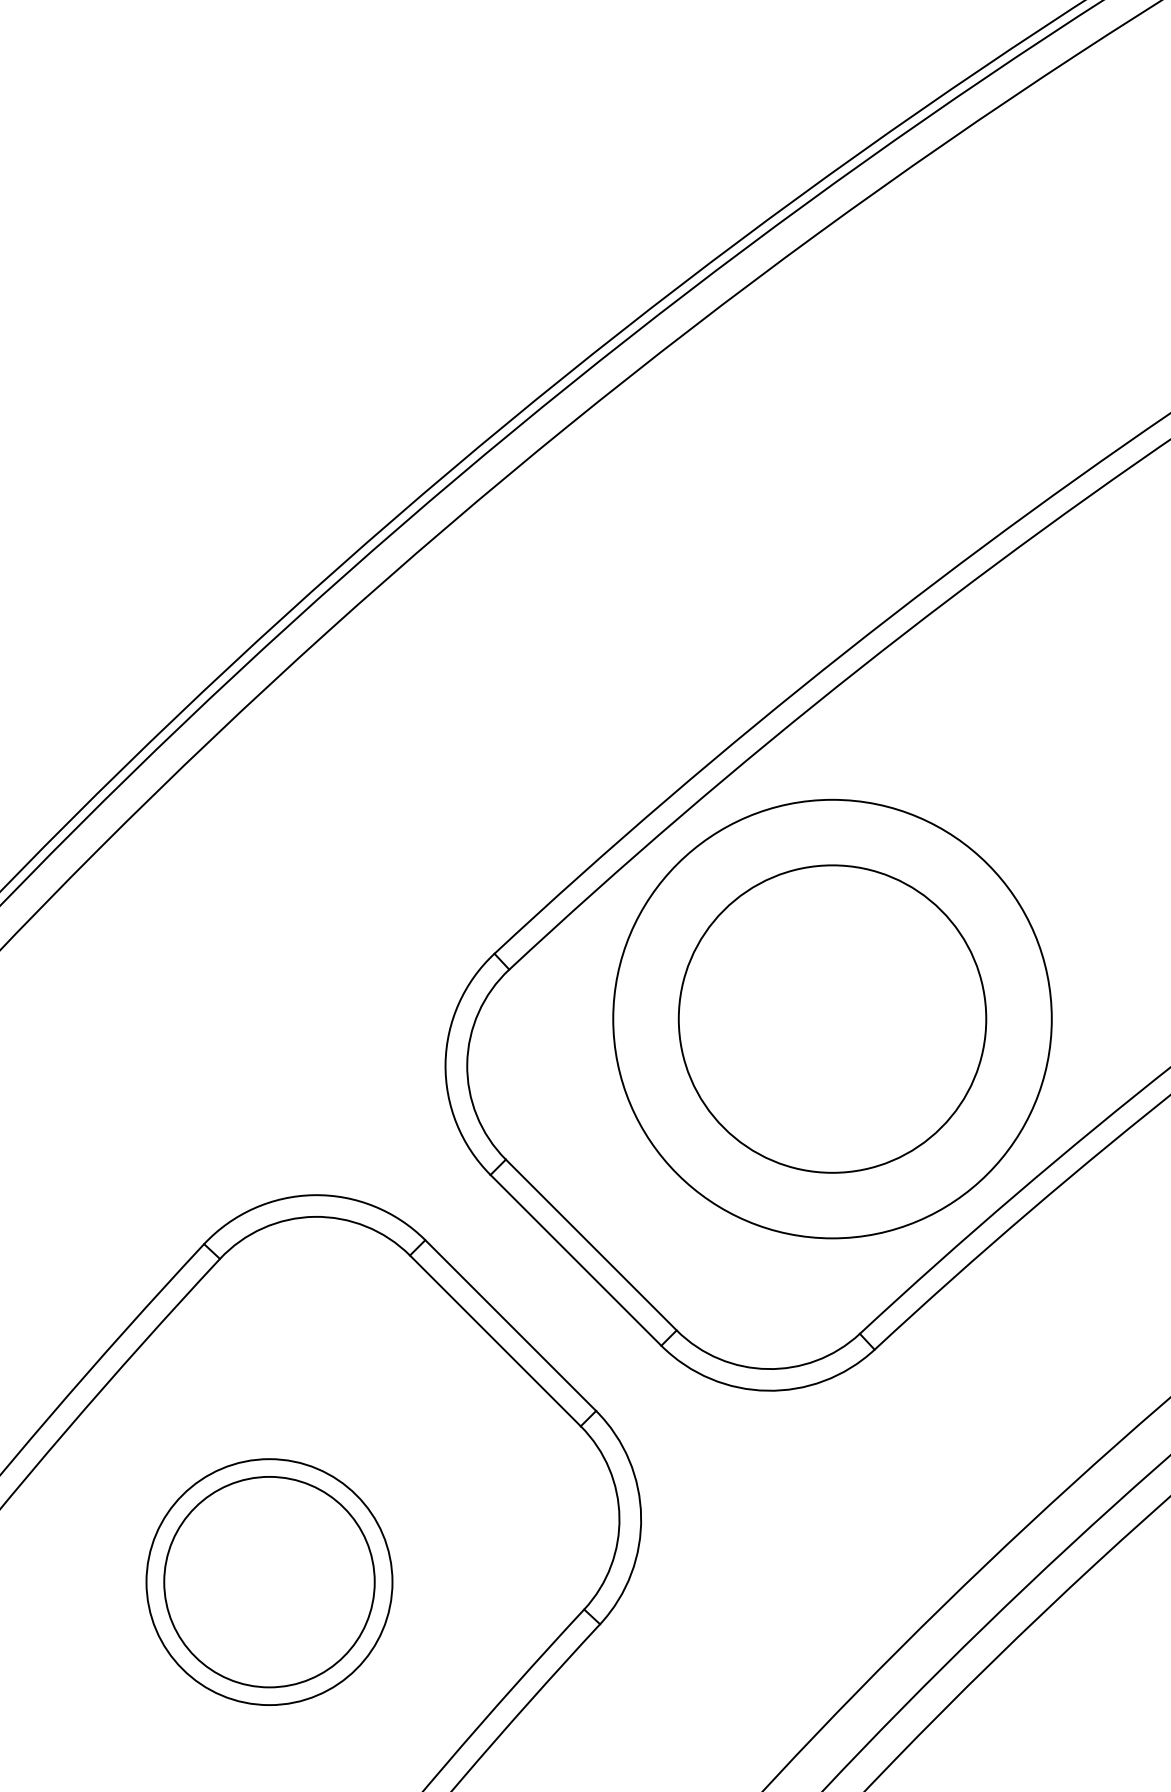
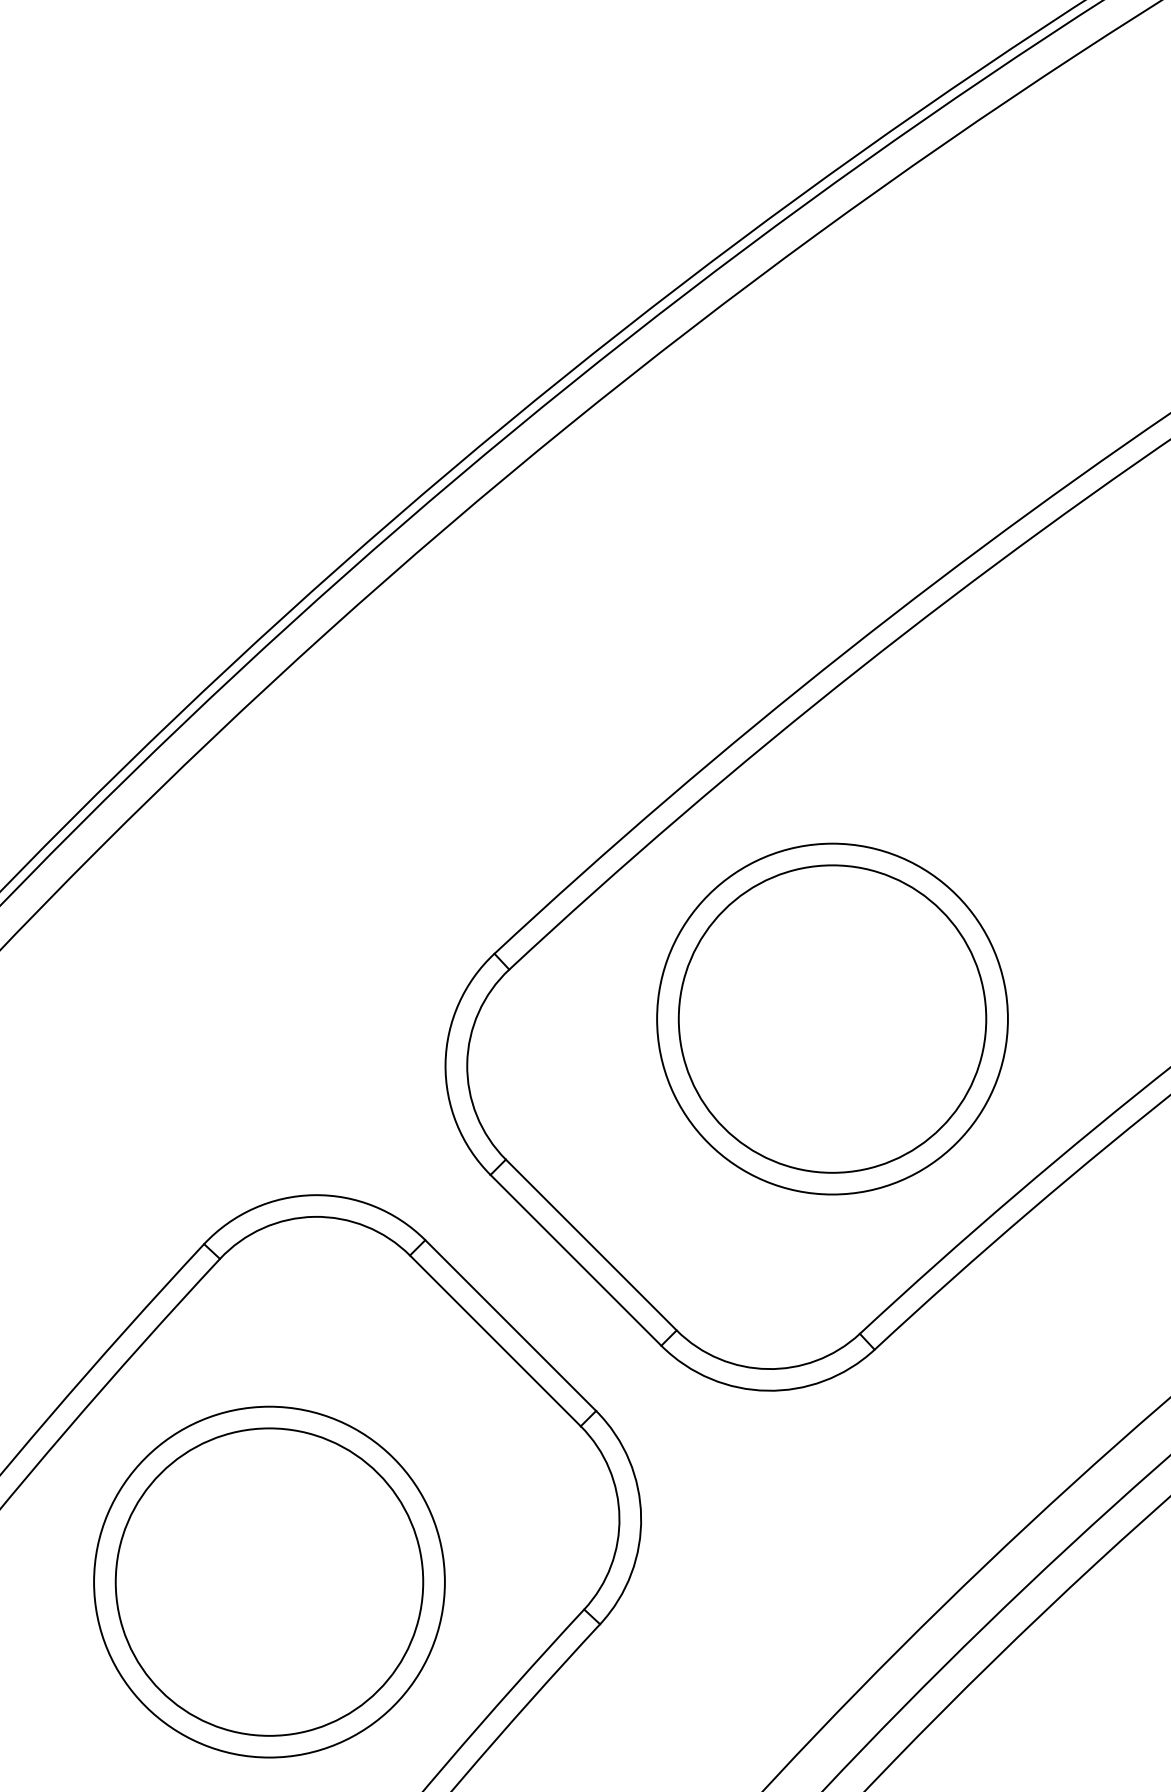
circle at (832, 1018) diameter: 439 px -> 351 px
circle at (269, 1581) diameter: 211 px -> 351 px
circle at (269, 1582) diameter: 246 px -> 307 px
